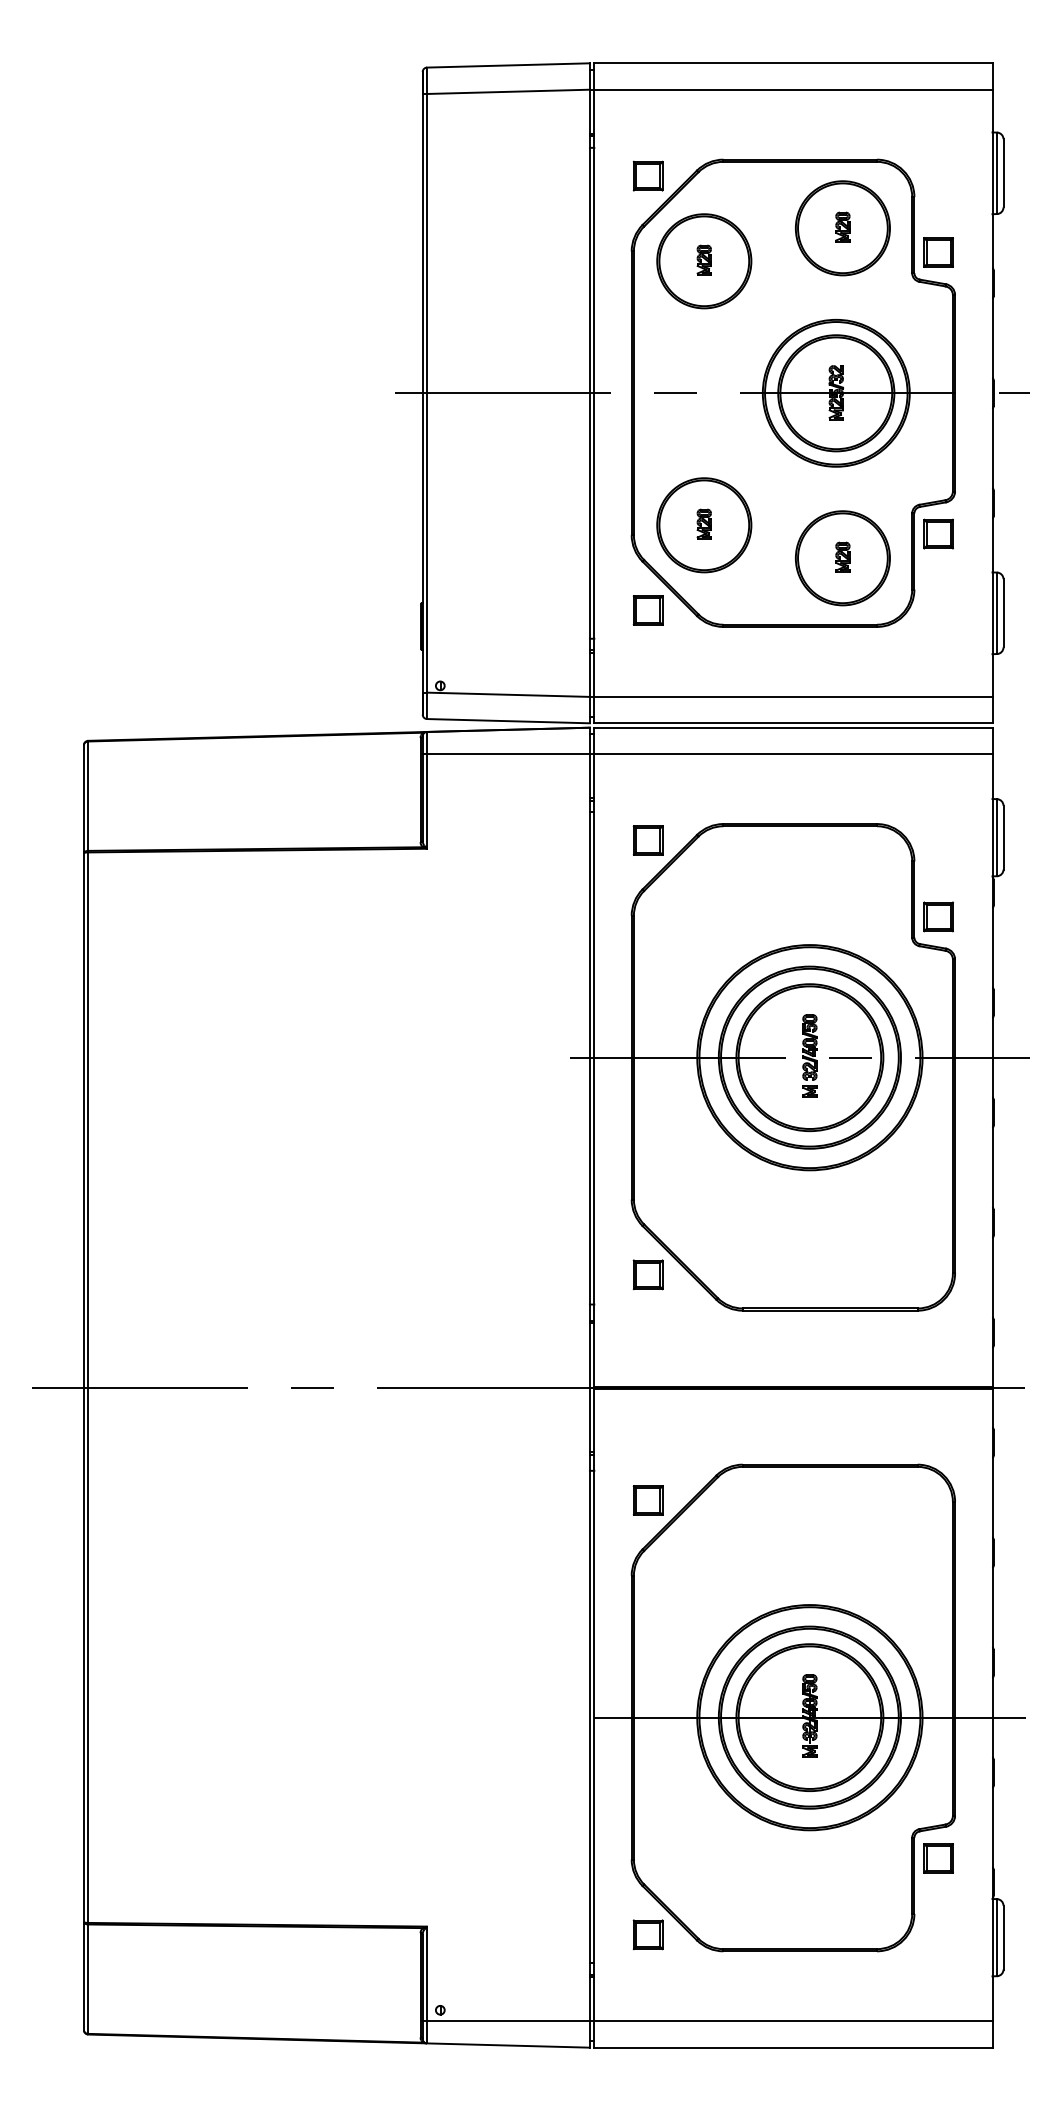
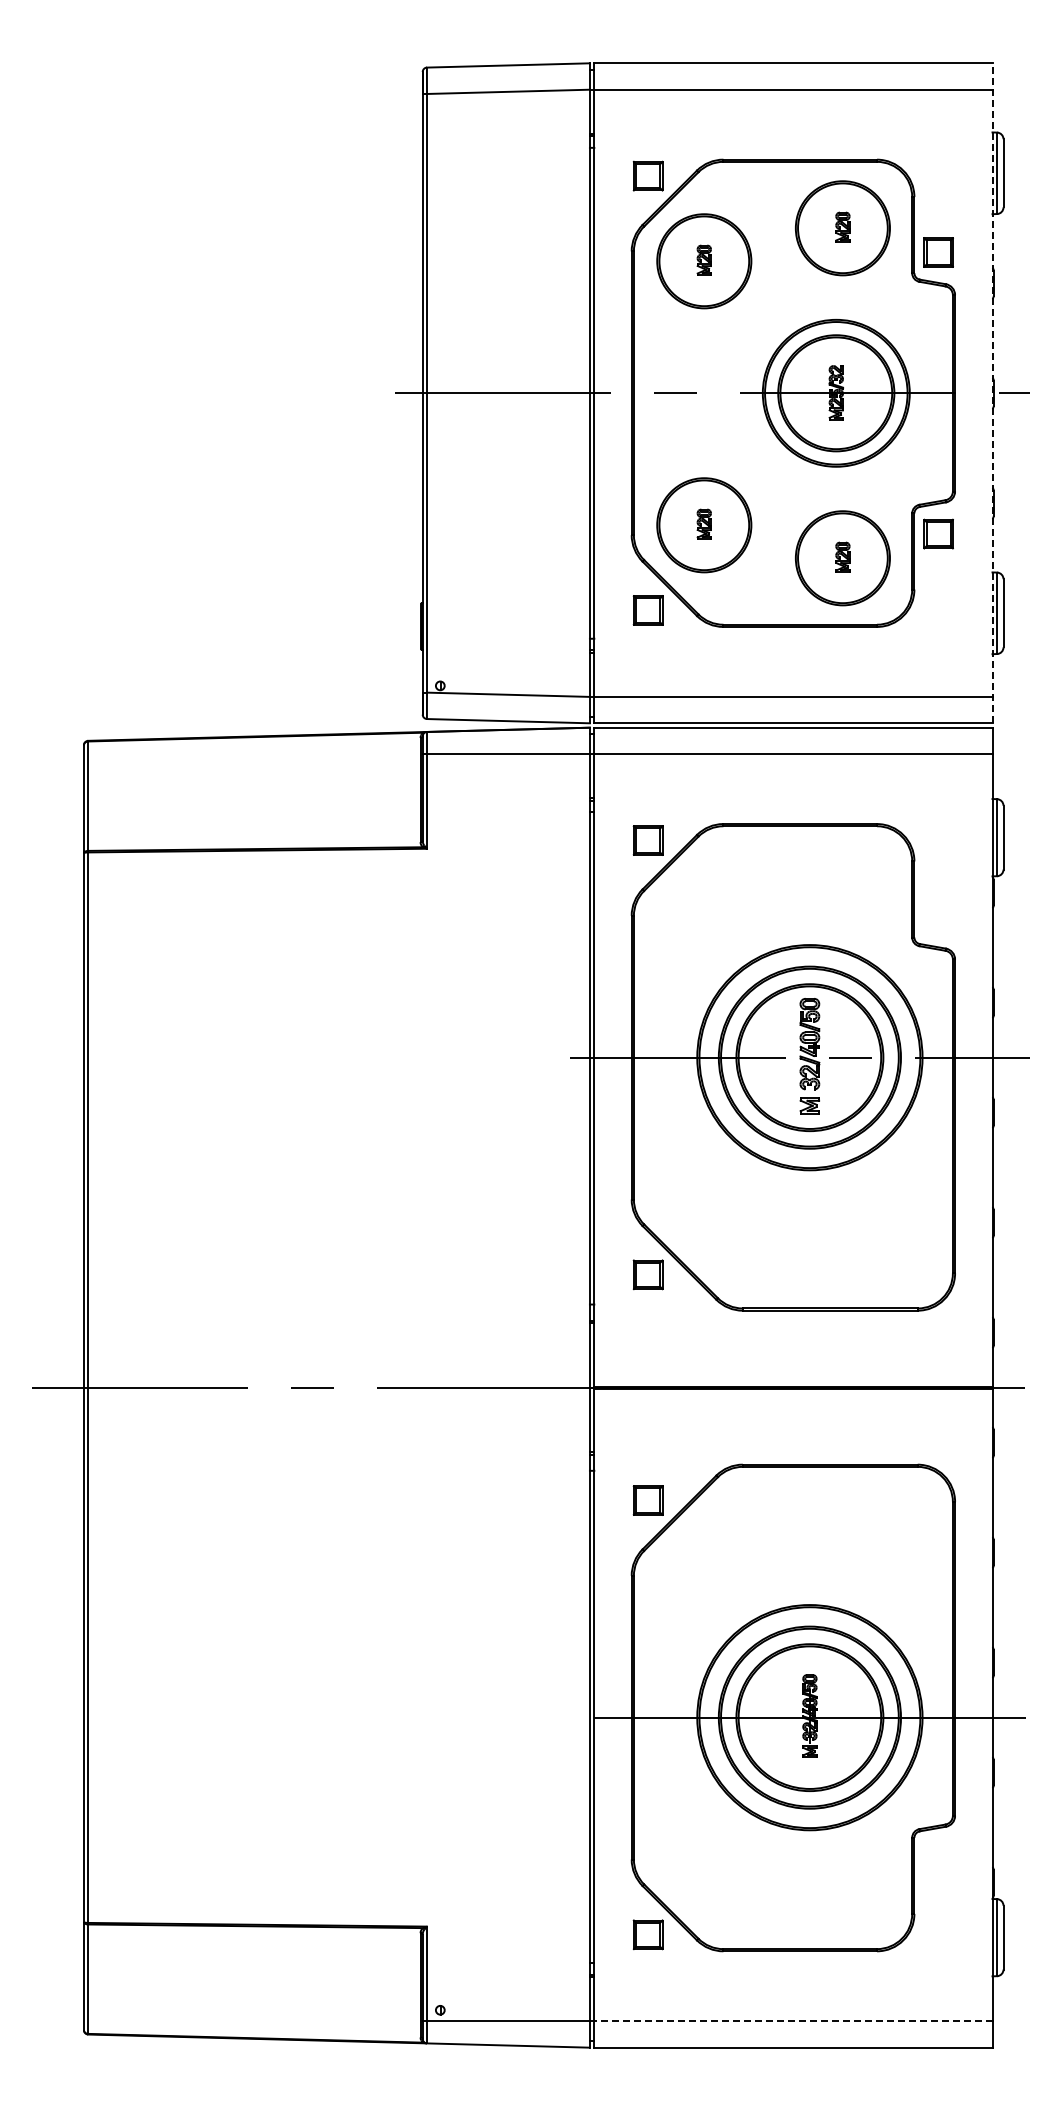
line at (992, 393): solid -> dashed
part at (938, 916): present -> none
part at (809, 1055) size: 16x84 px -> 22x117 px
part at (938, 1858): present -> none
line at (791, 2021): solid -> dashed
